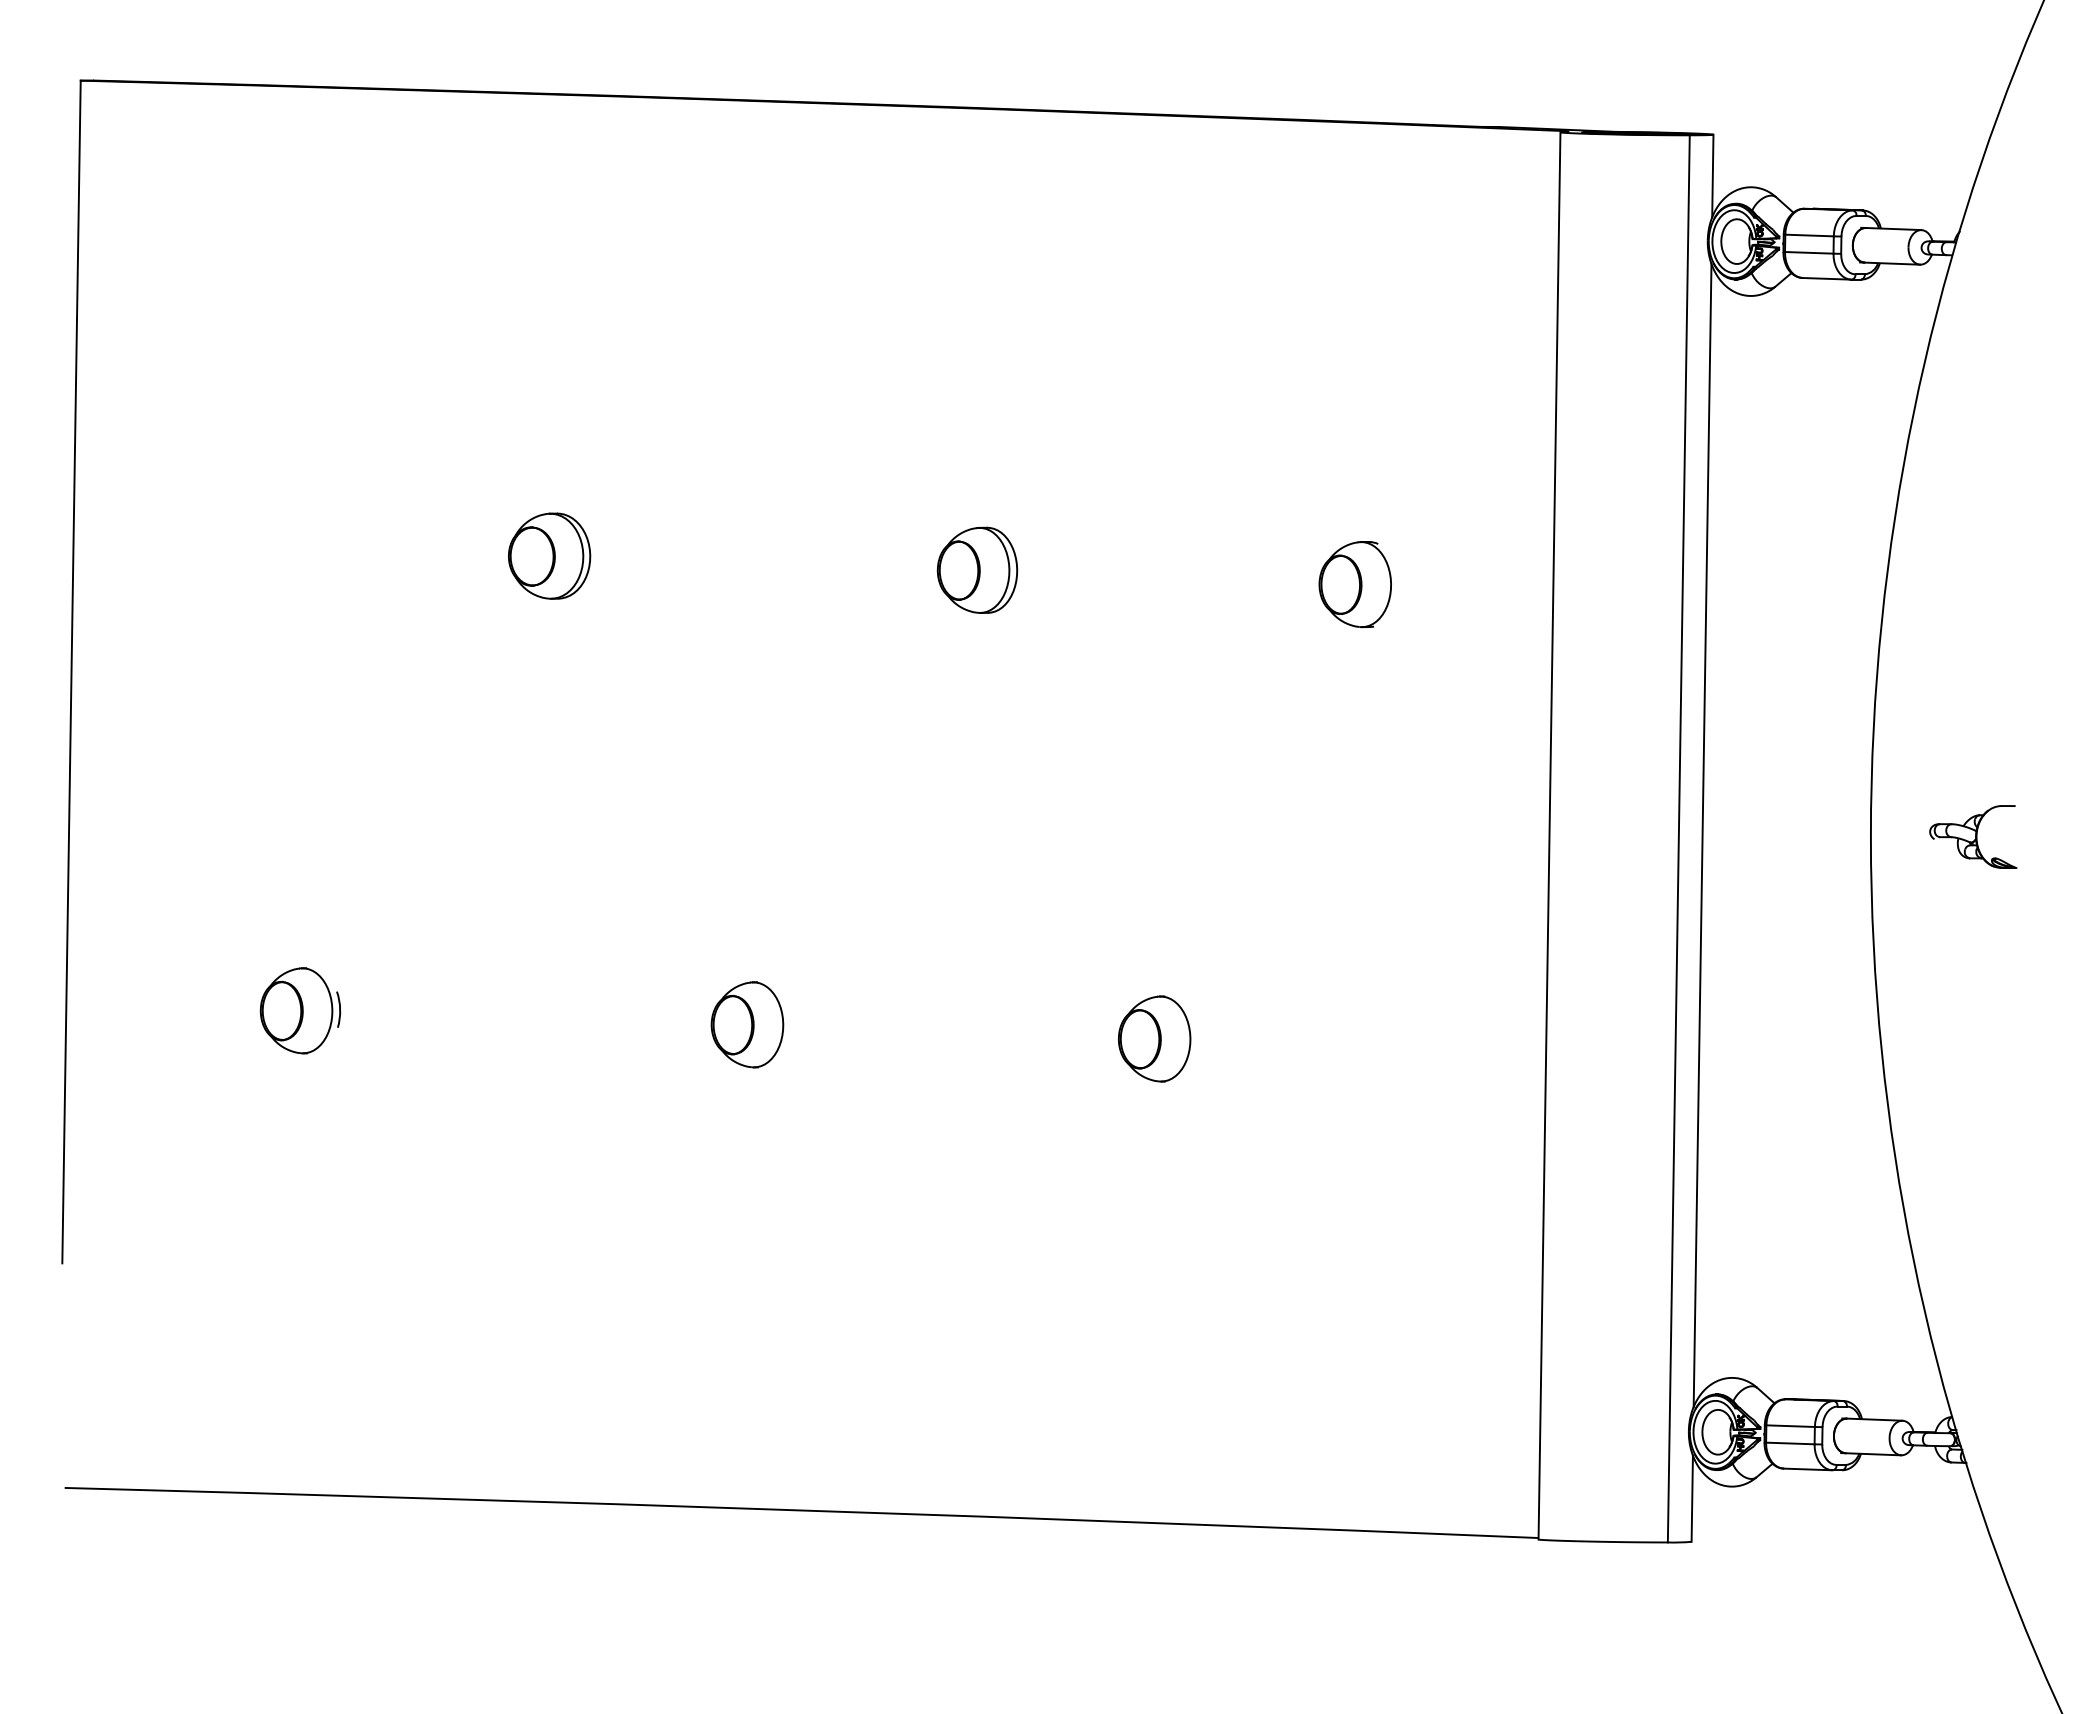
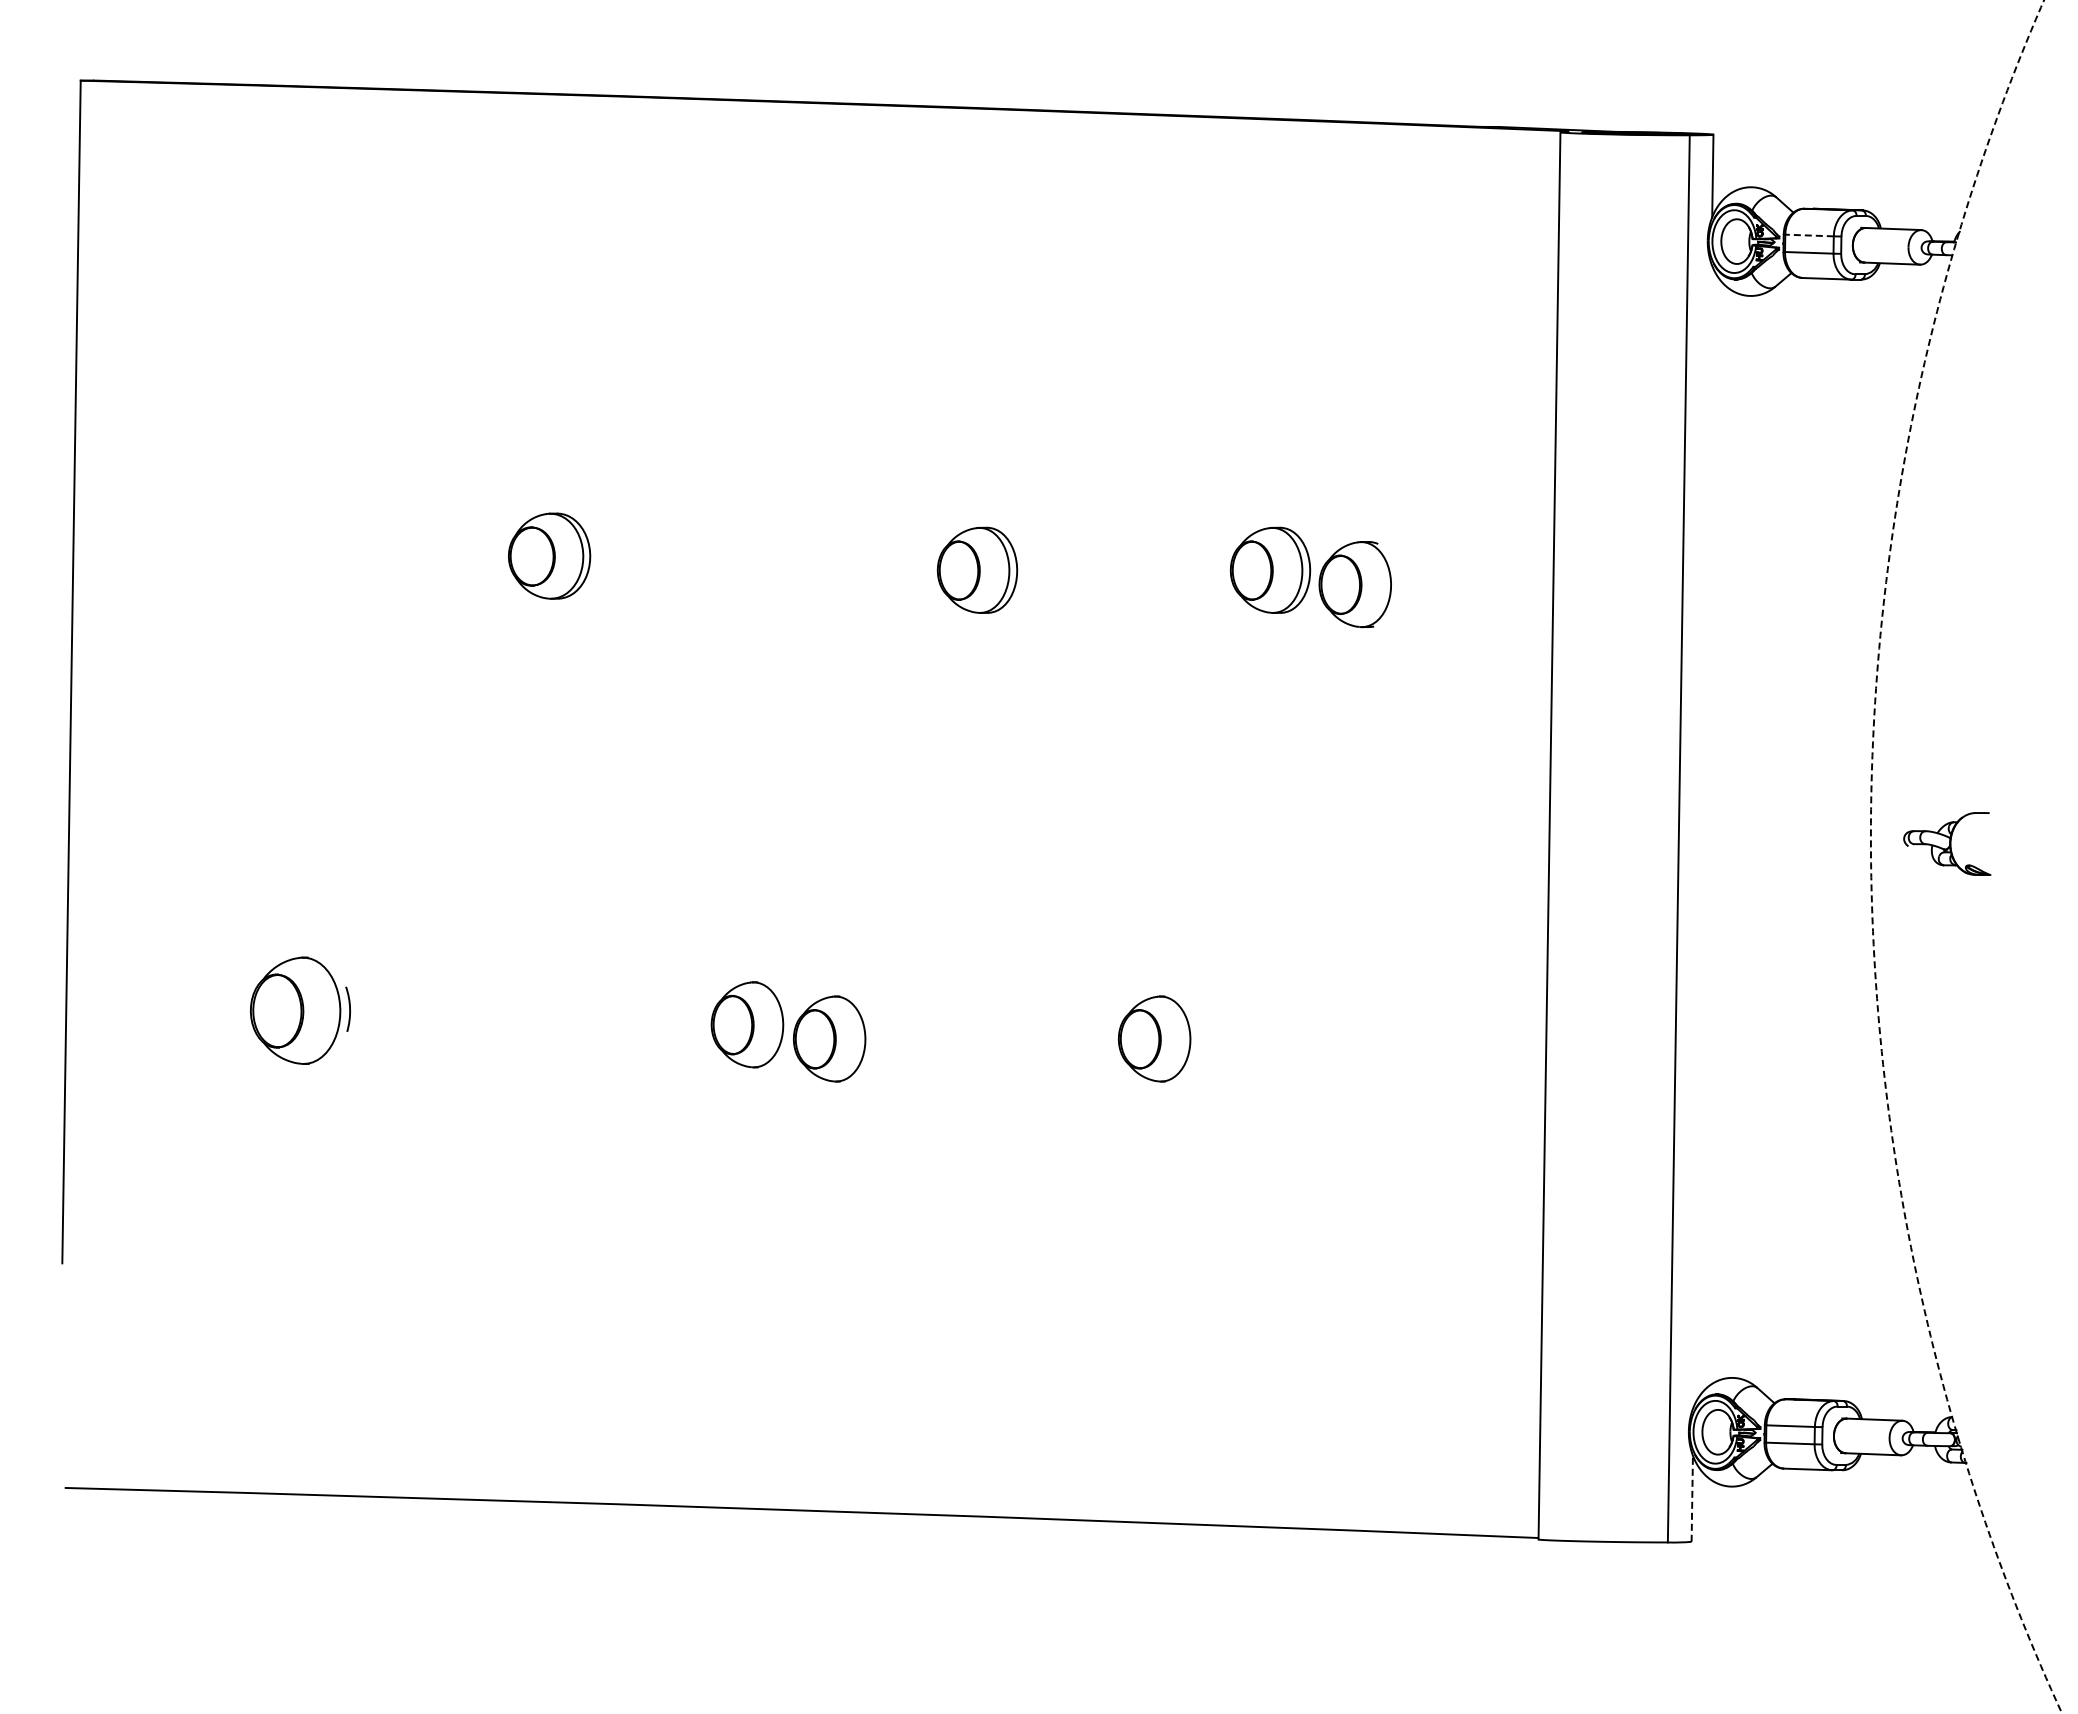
line at (1809, 235): solid -> dashed
part at (1270, 569): none -> present
line at (1702, 835): present -> none
part at (1973, 836) position: (1973, 836) -> (1947, 843)
circle at (1966, 856): solid -> dashed
part at (300, 1010) size: 83x88 px -> 102x109 px
part at (829, 1038): none -> present
line at (1692, 1498): solid -> dashed
